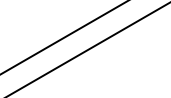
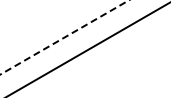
line at (64, 37): solid -> dashed
